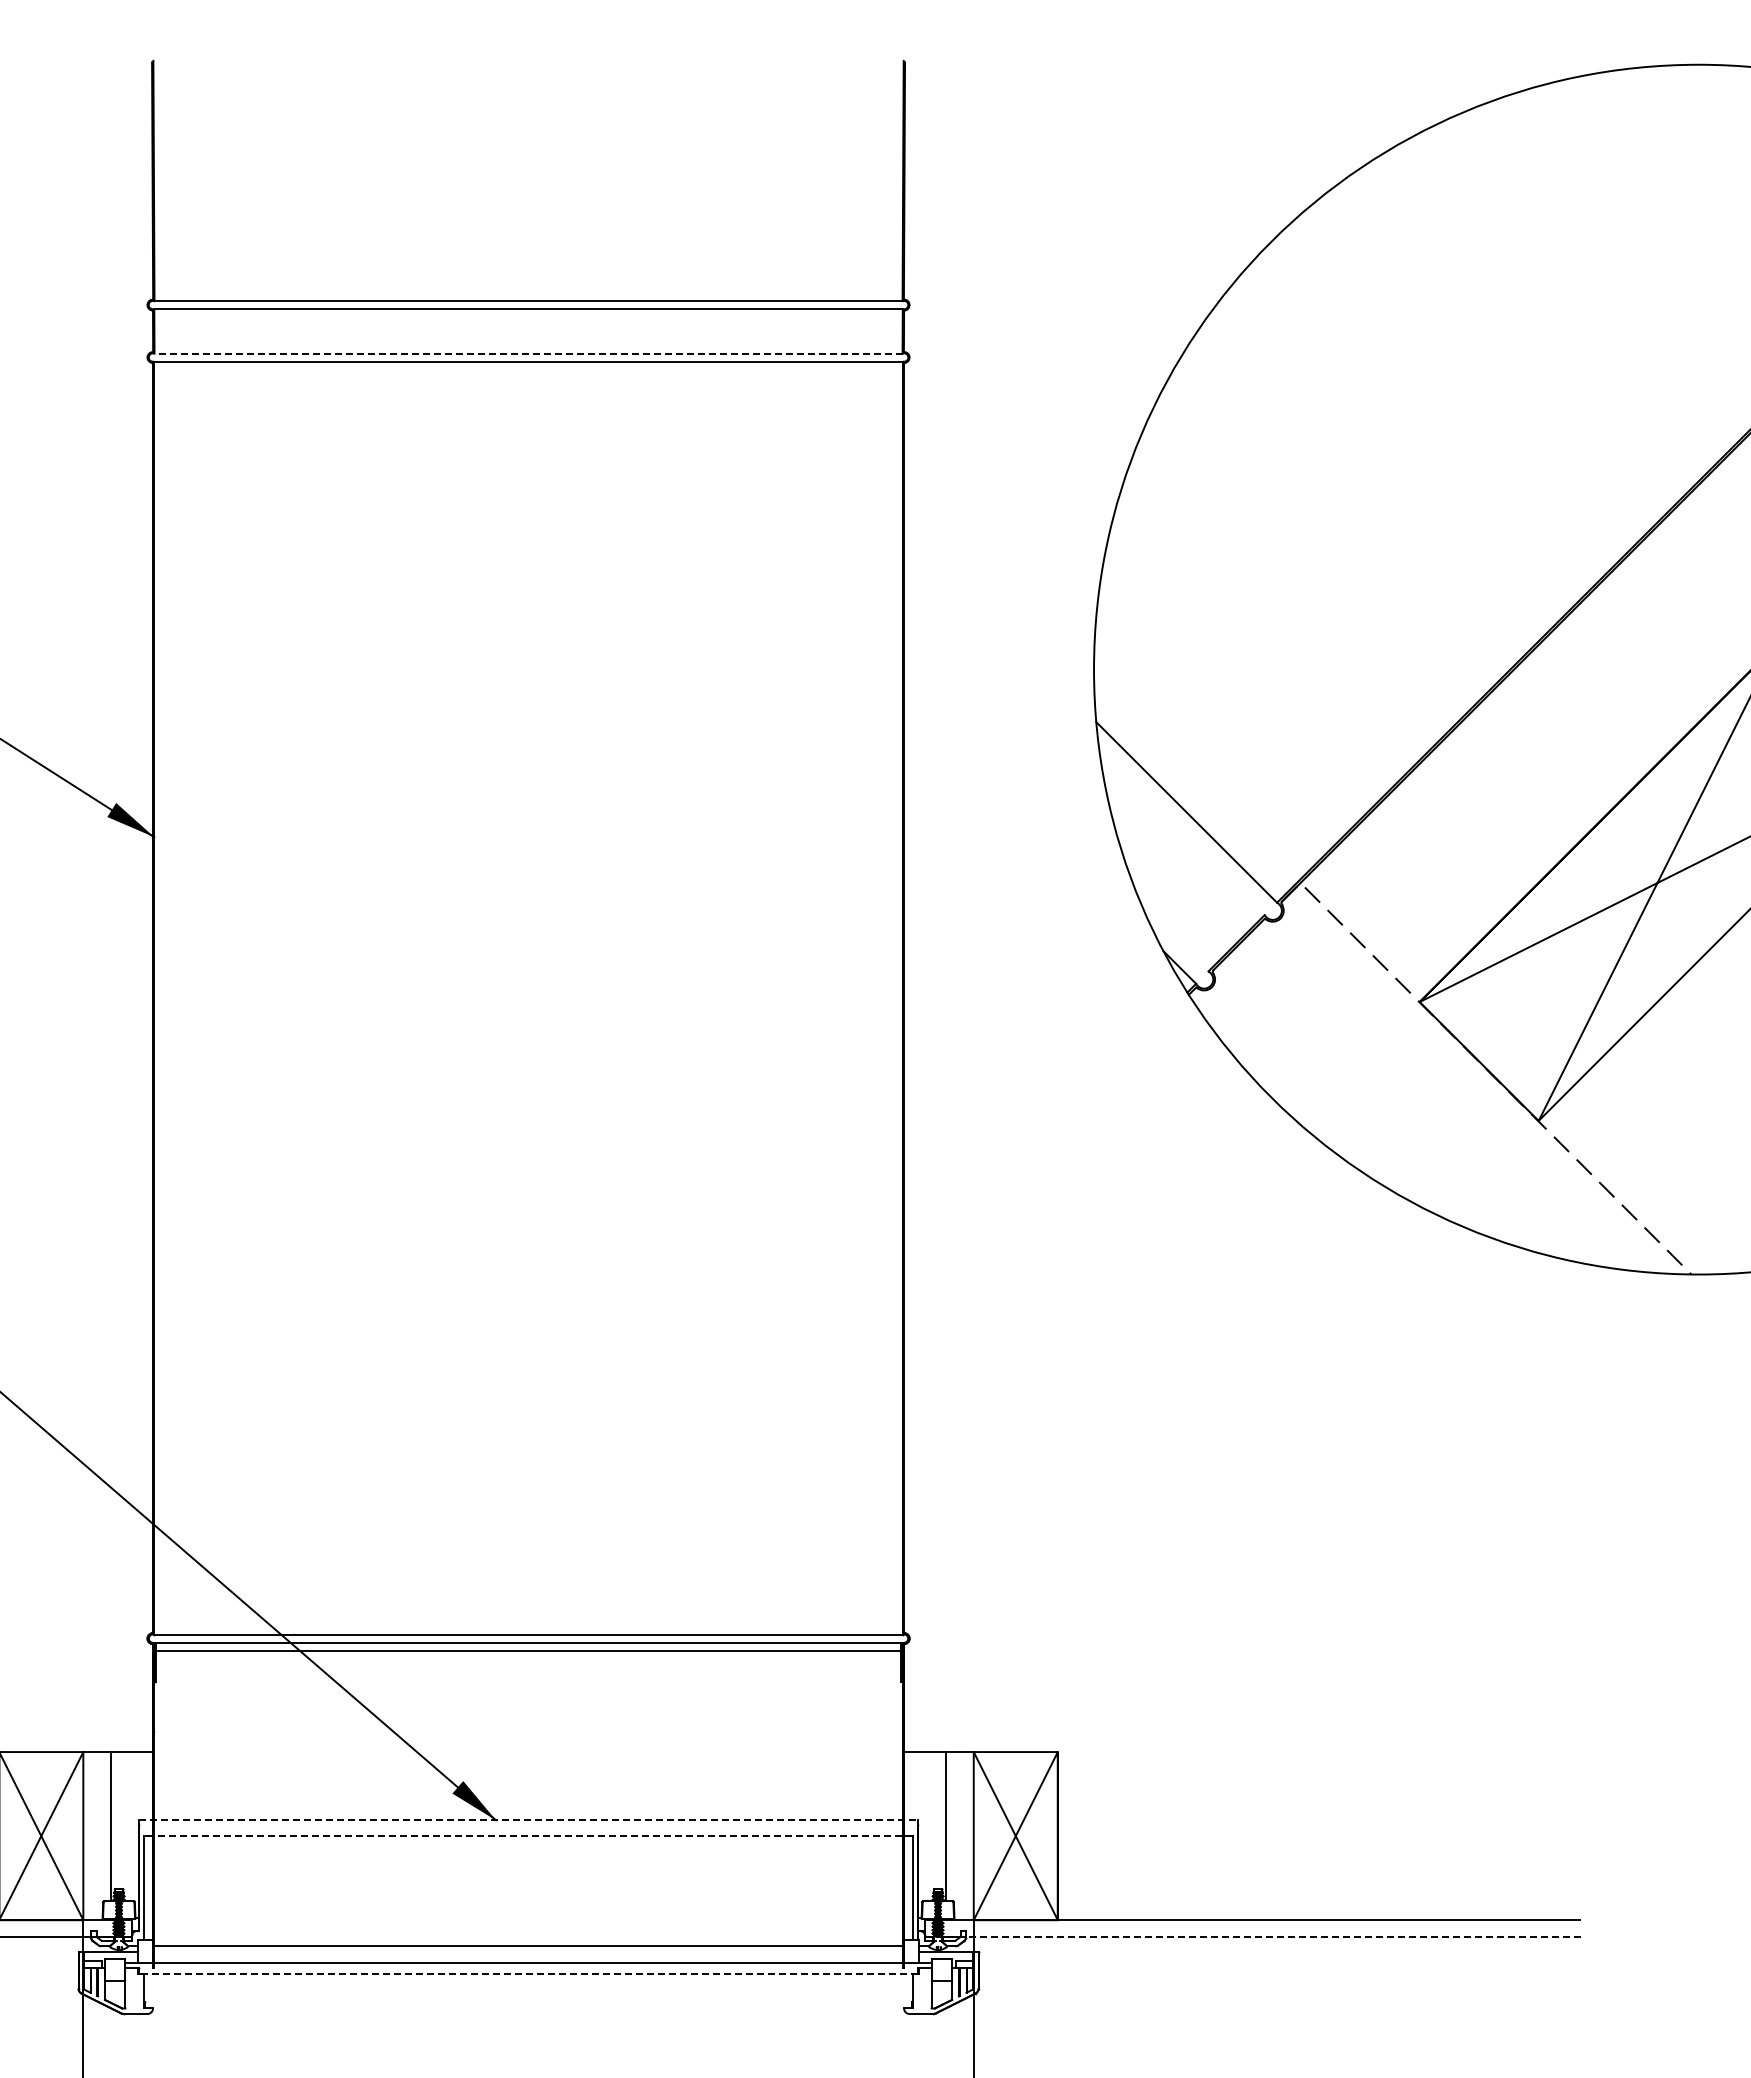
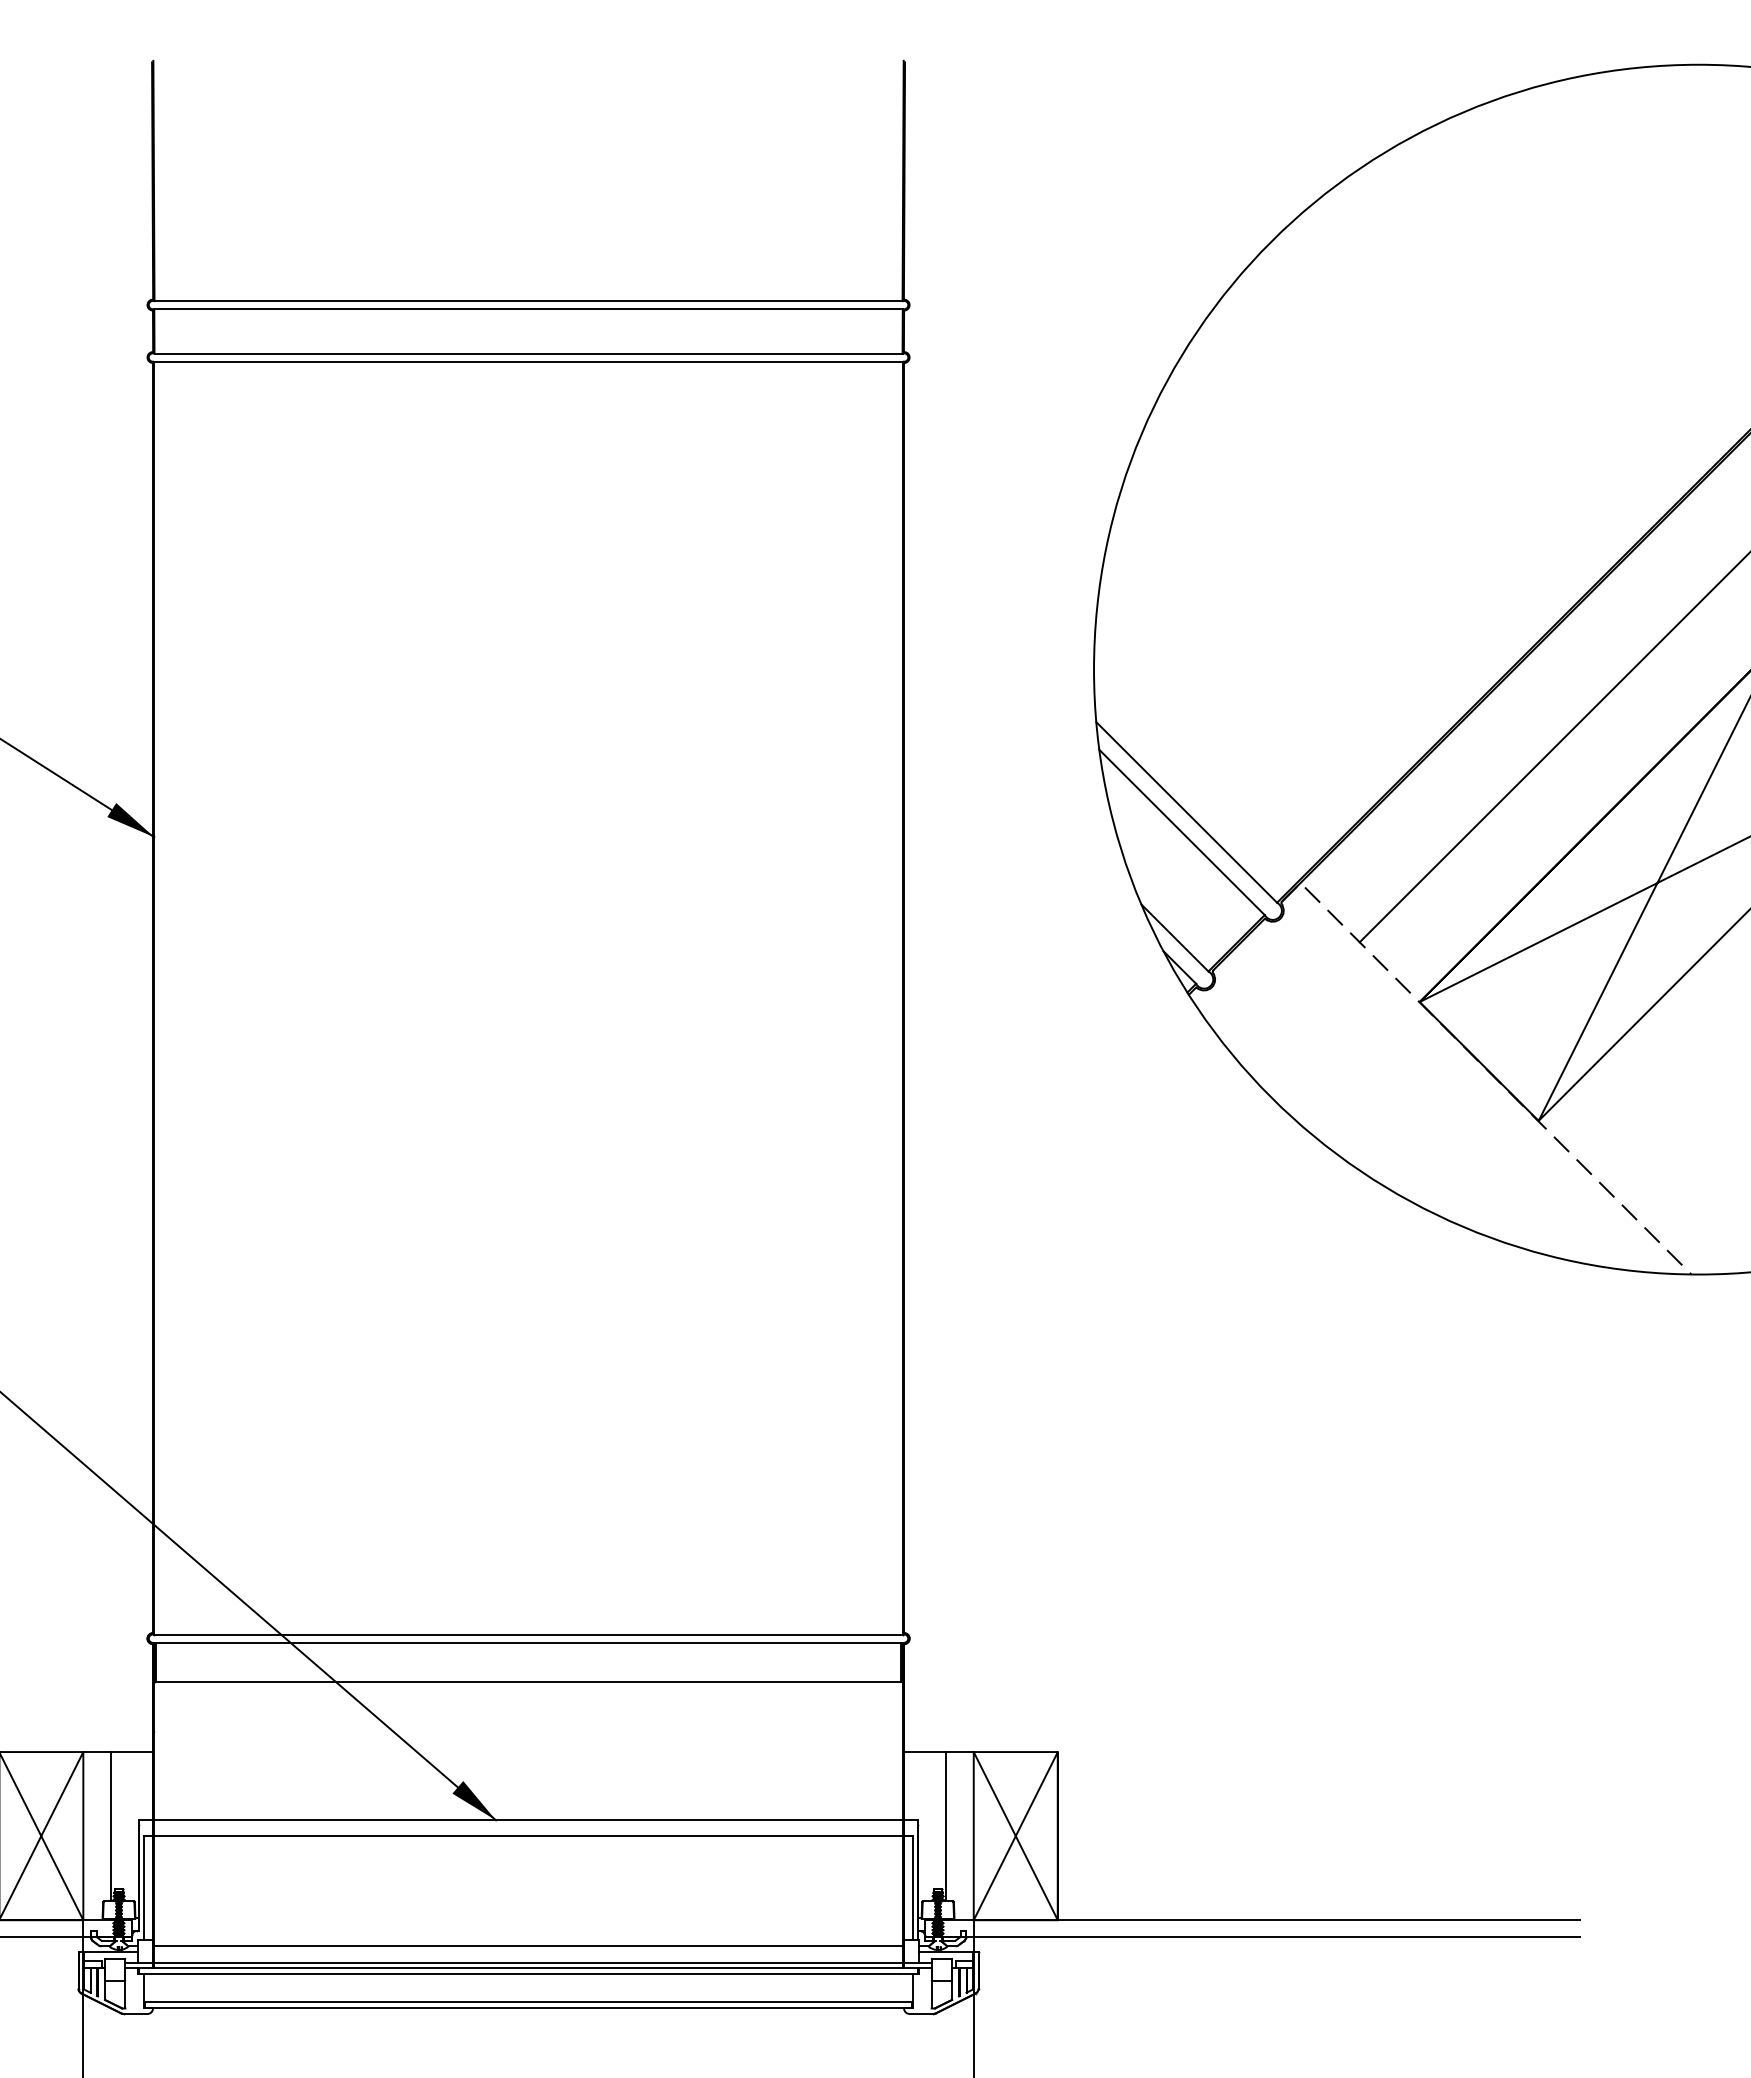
line at (528, 353): dashed -> solid
line at (1553, 748): none -> present
line at (1181, 832): none -> present
line at (1174, 937): none -> present
line at (528, 1651) position: (528, 1651) -> (528, 1682)
line at (528, 1820): dashed -> solid
line at (528, 1836): dashed -> solid
line at (1253, 1937): dashed -> solid
line at (528, 1967): none -> present
line at (528, 1974): dashed -> solid
line at (528, 2001): none -> present
line at (528, 2008): none -> present
